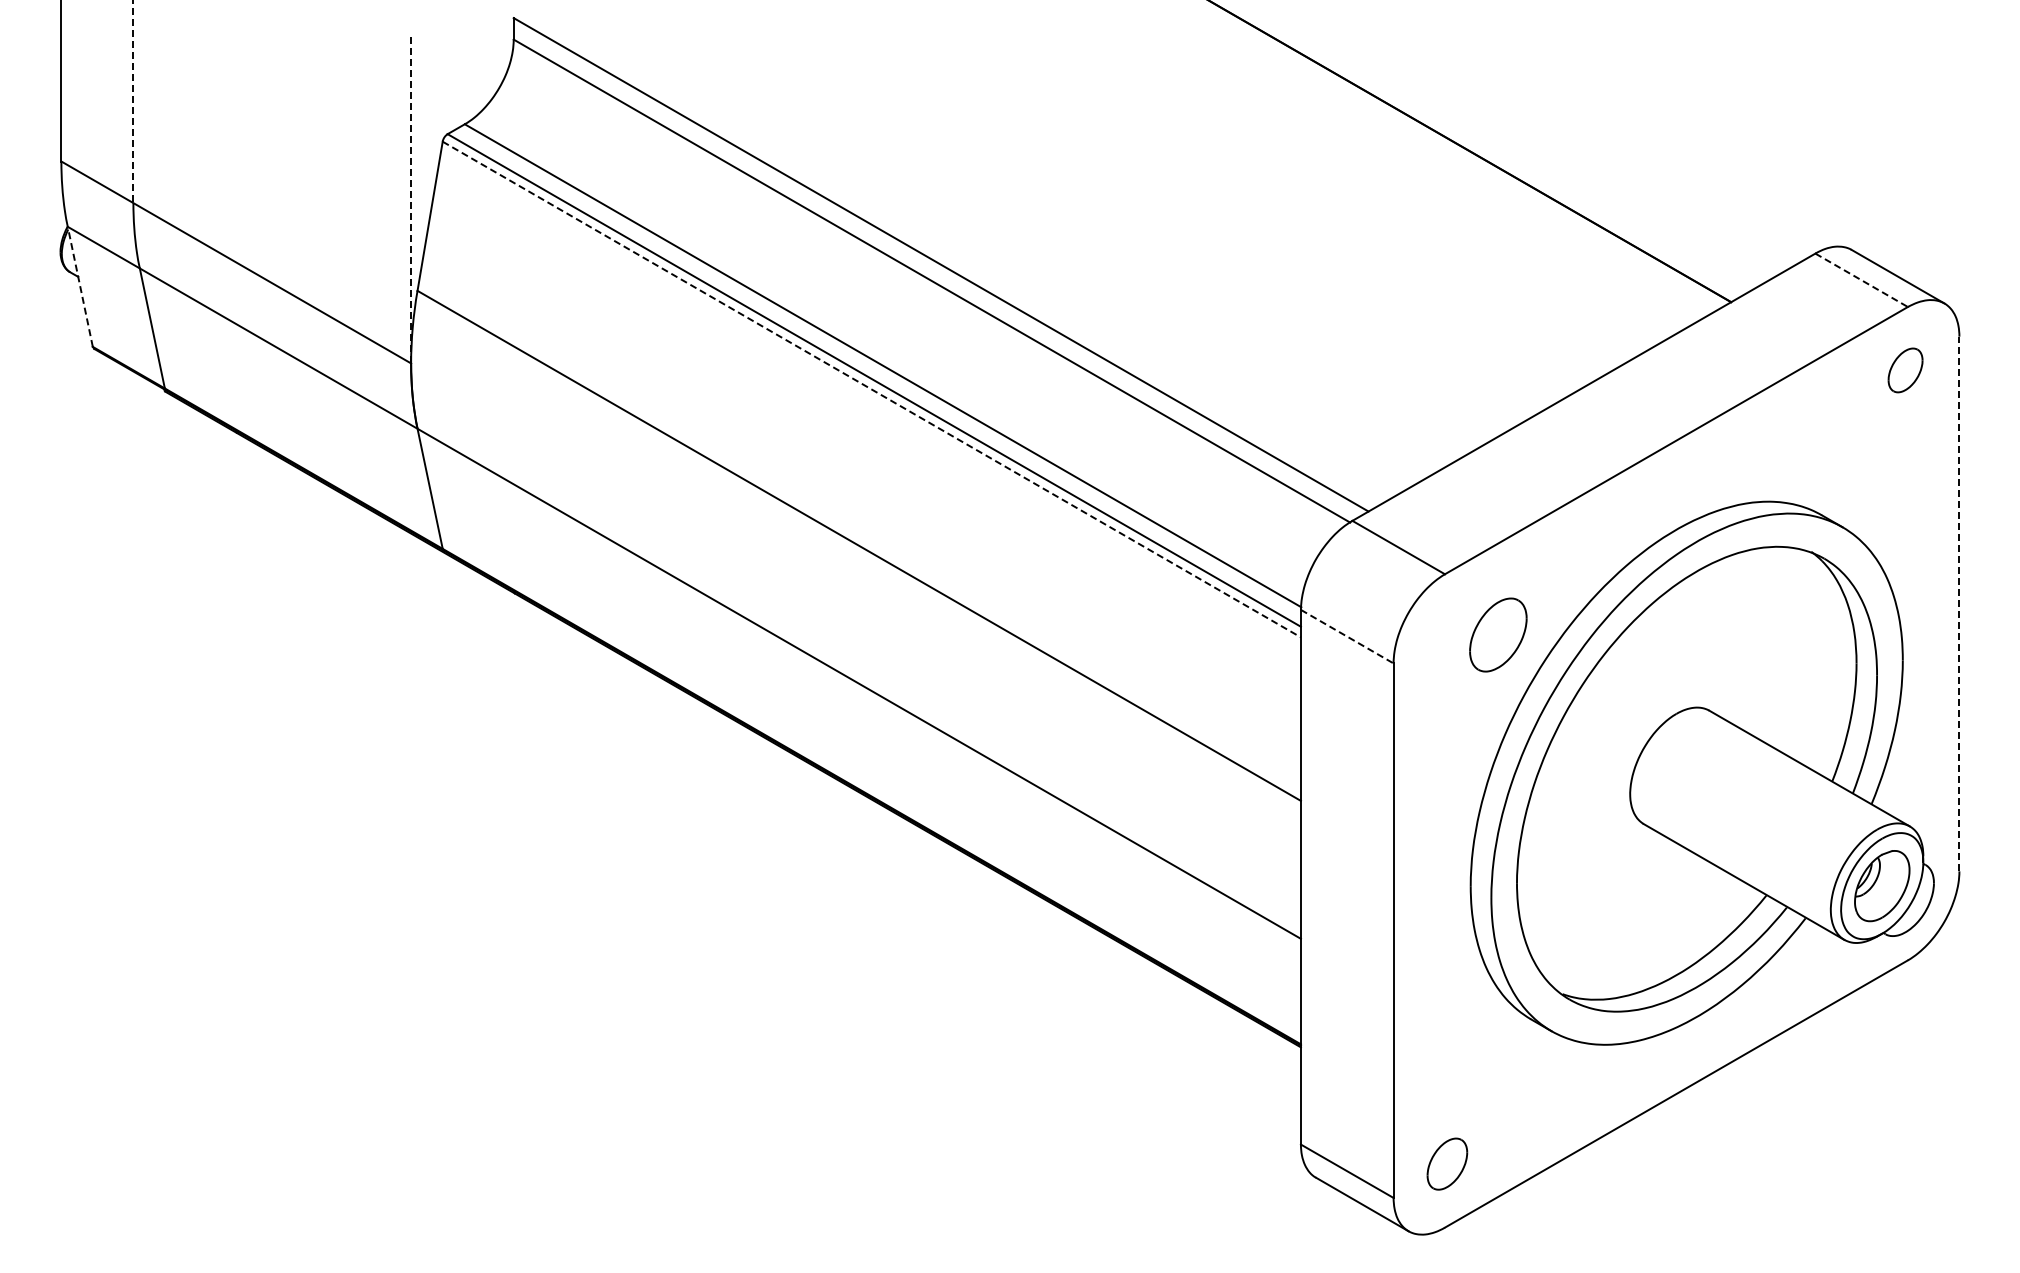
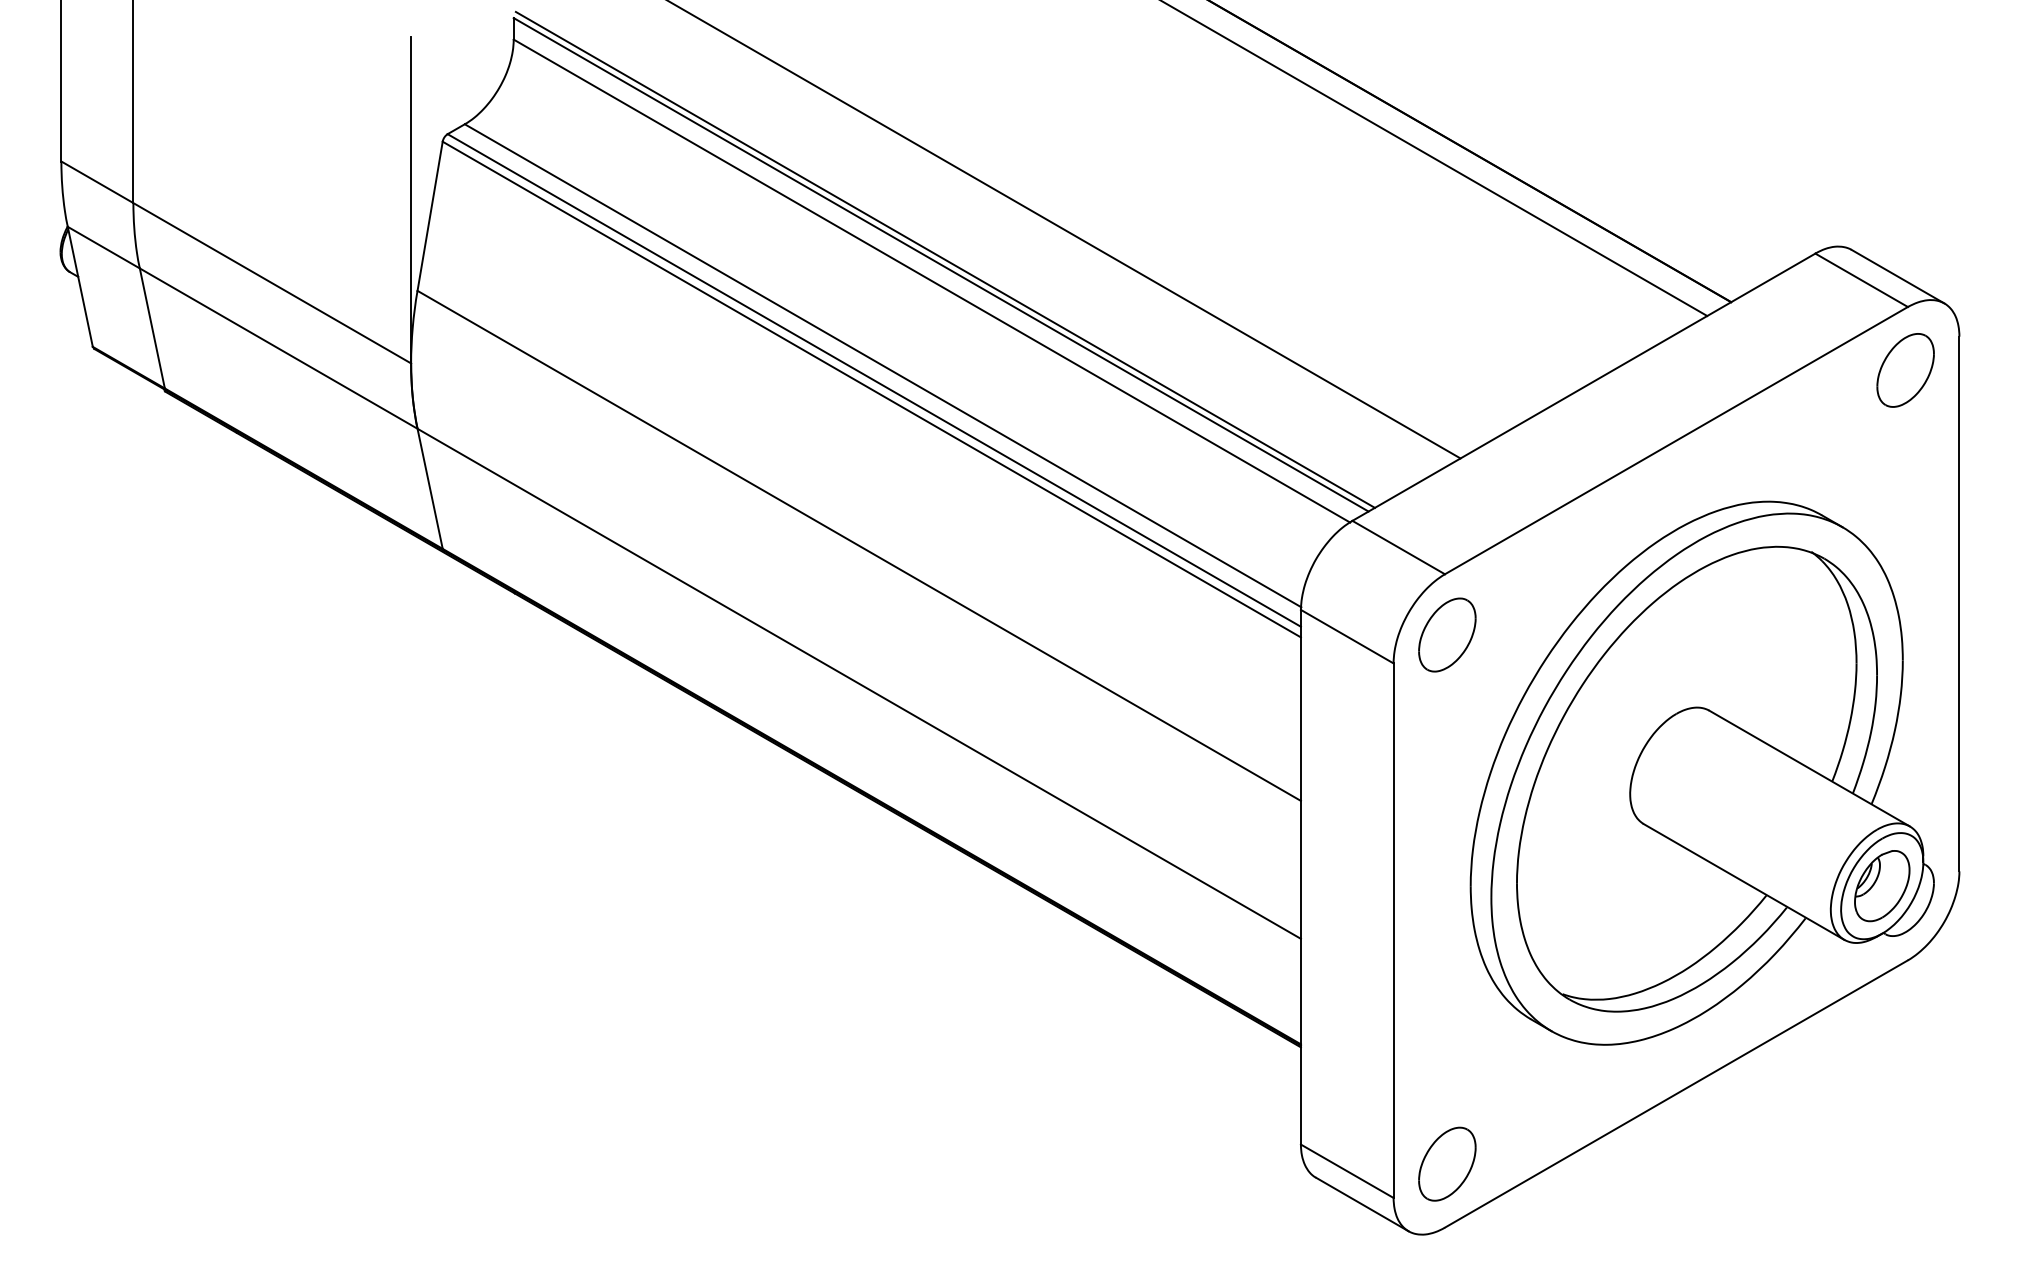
line at (133, 102): dashed -> solid
line at (1435, 159): none -> present
line at (411, 200): dashed -> solid
line at (1065, 230): none -> present
line at (945, 259): none -> present
line at (1862, 280): dashed -> solid
line at (80, 286): dashed -> solid
part at (1905, 370) size: 37x47 px -> 59x75 px
line at (871, 389): dashed -> solid
line at (1959, 603): dashed -> solid
part at (1498, 634) position: (1498, 634) -> (1447, 634)
line at (1347, 636): dashed -> solid
part at (1447, 1163) size: 43x54 px -> 59x76 px
